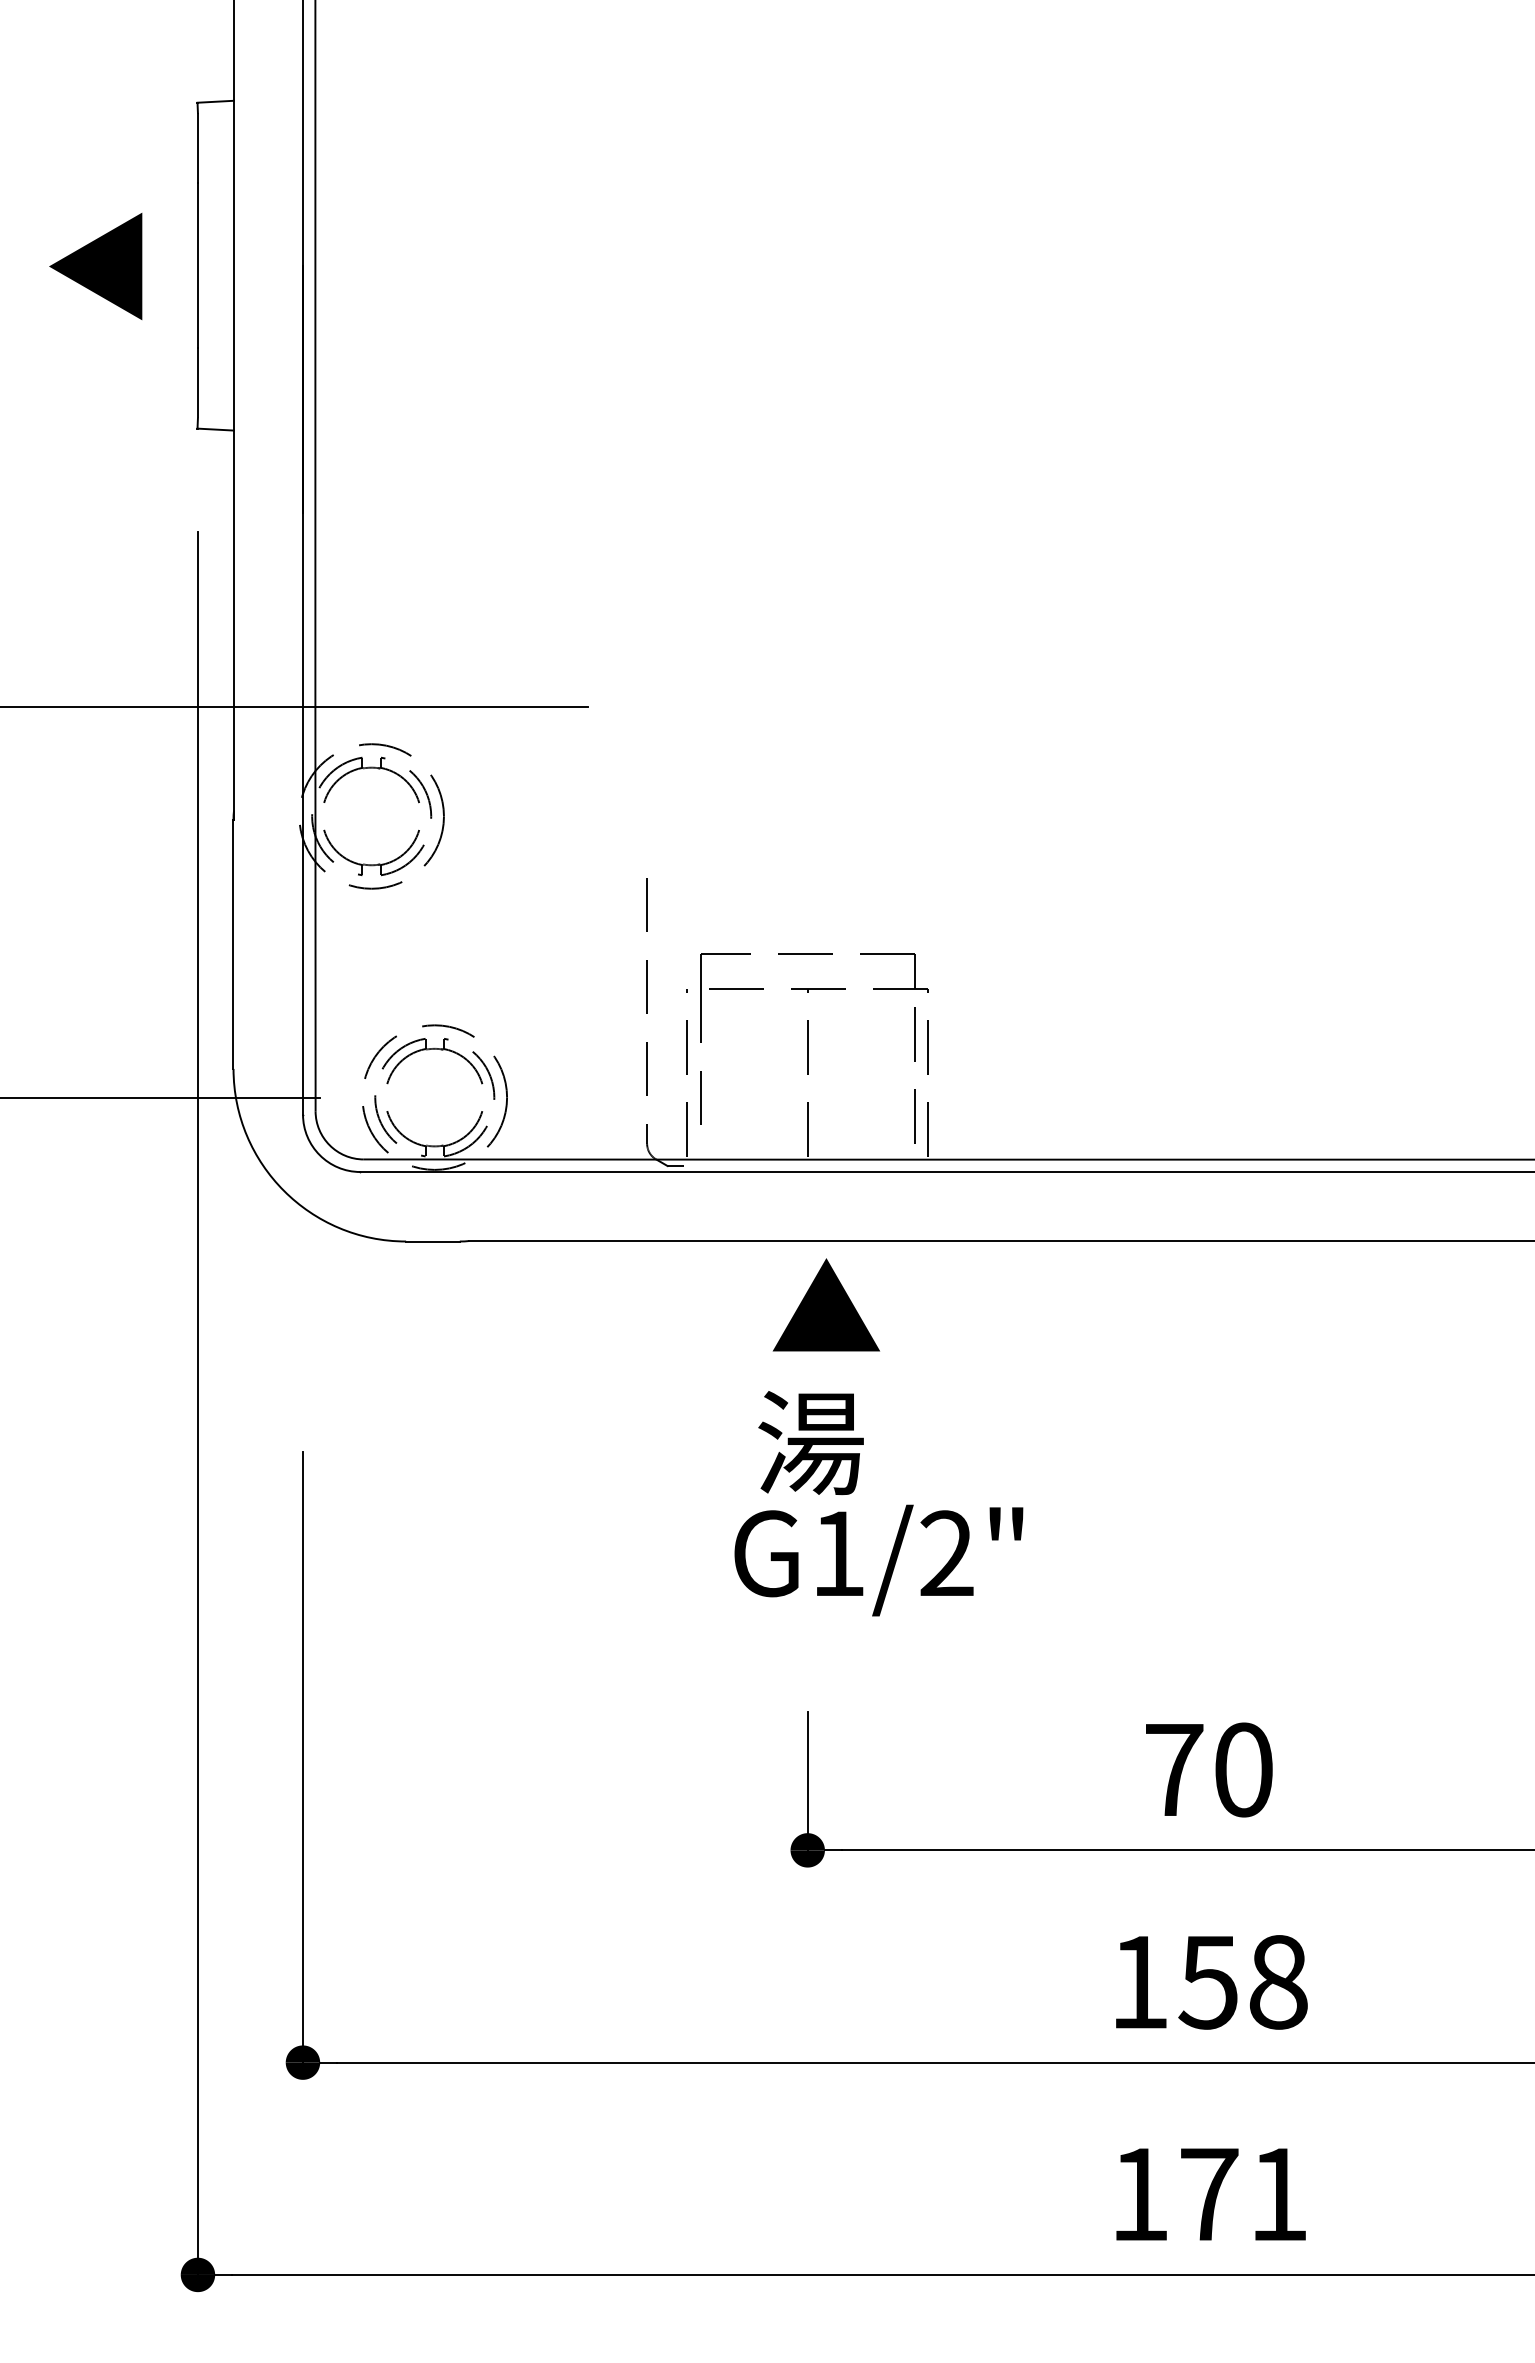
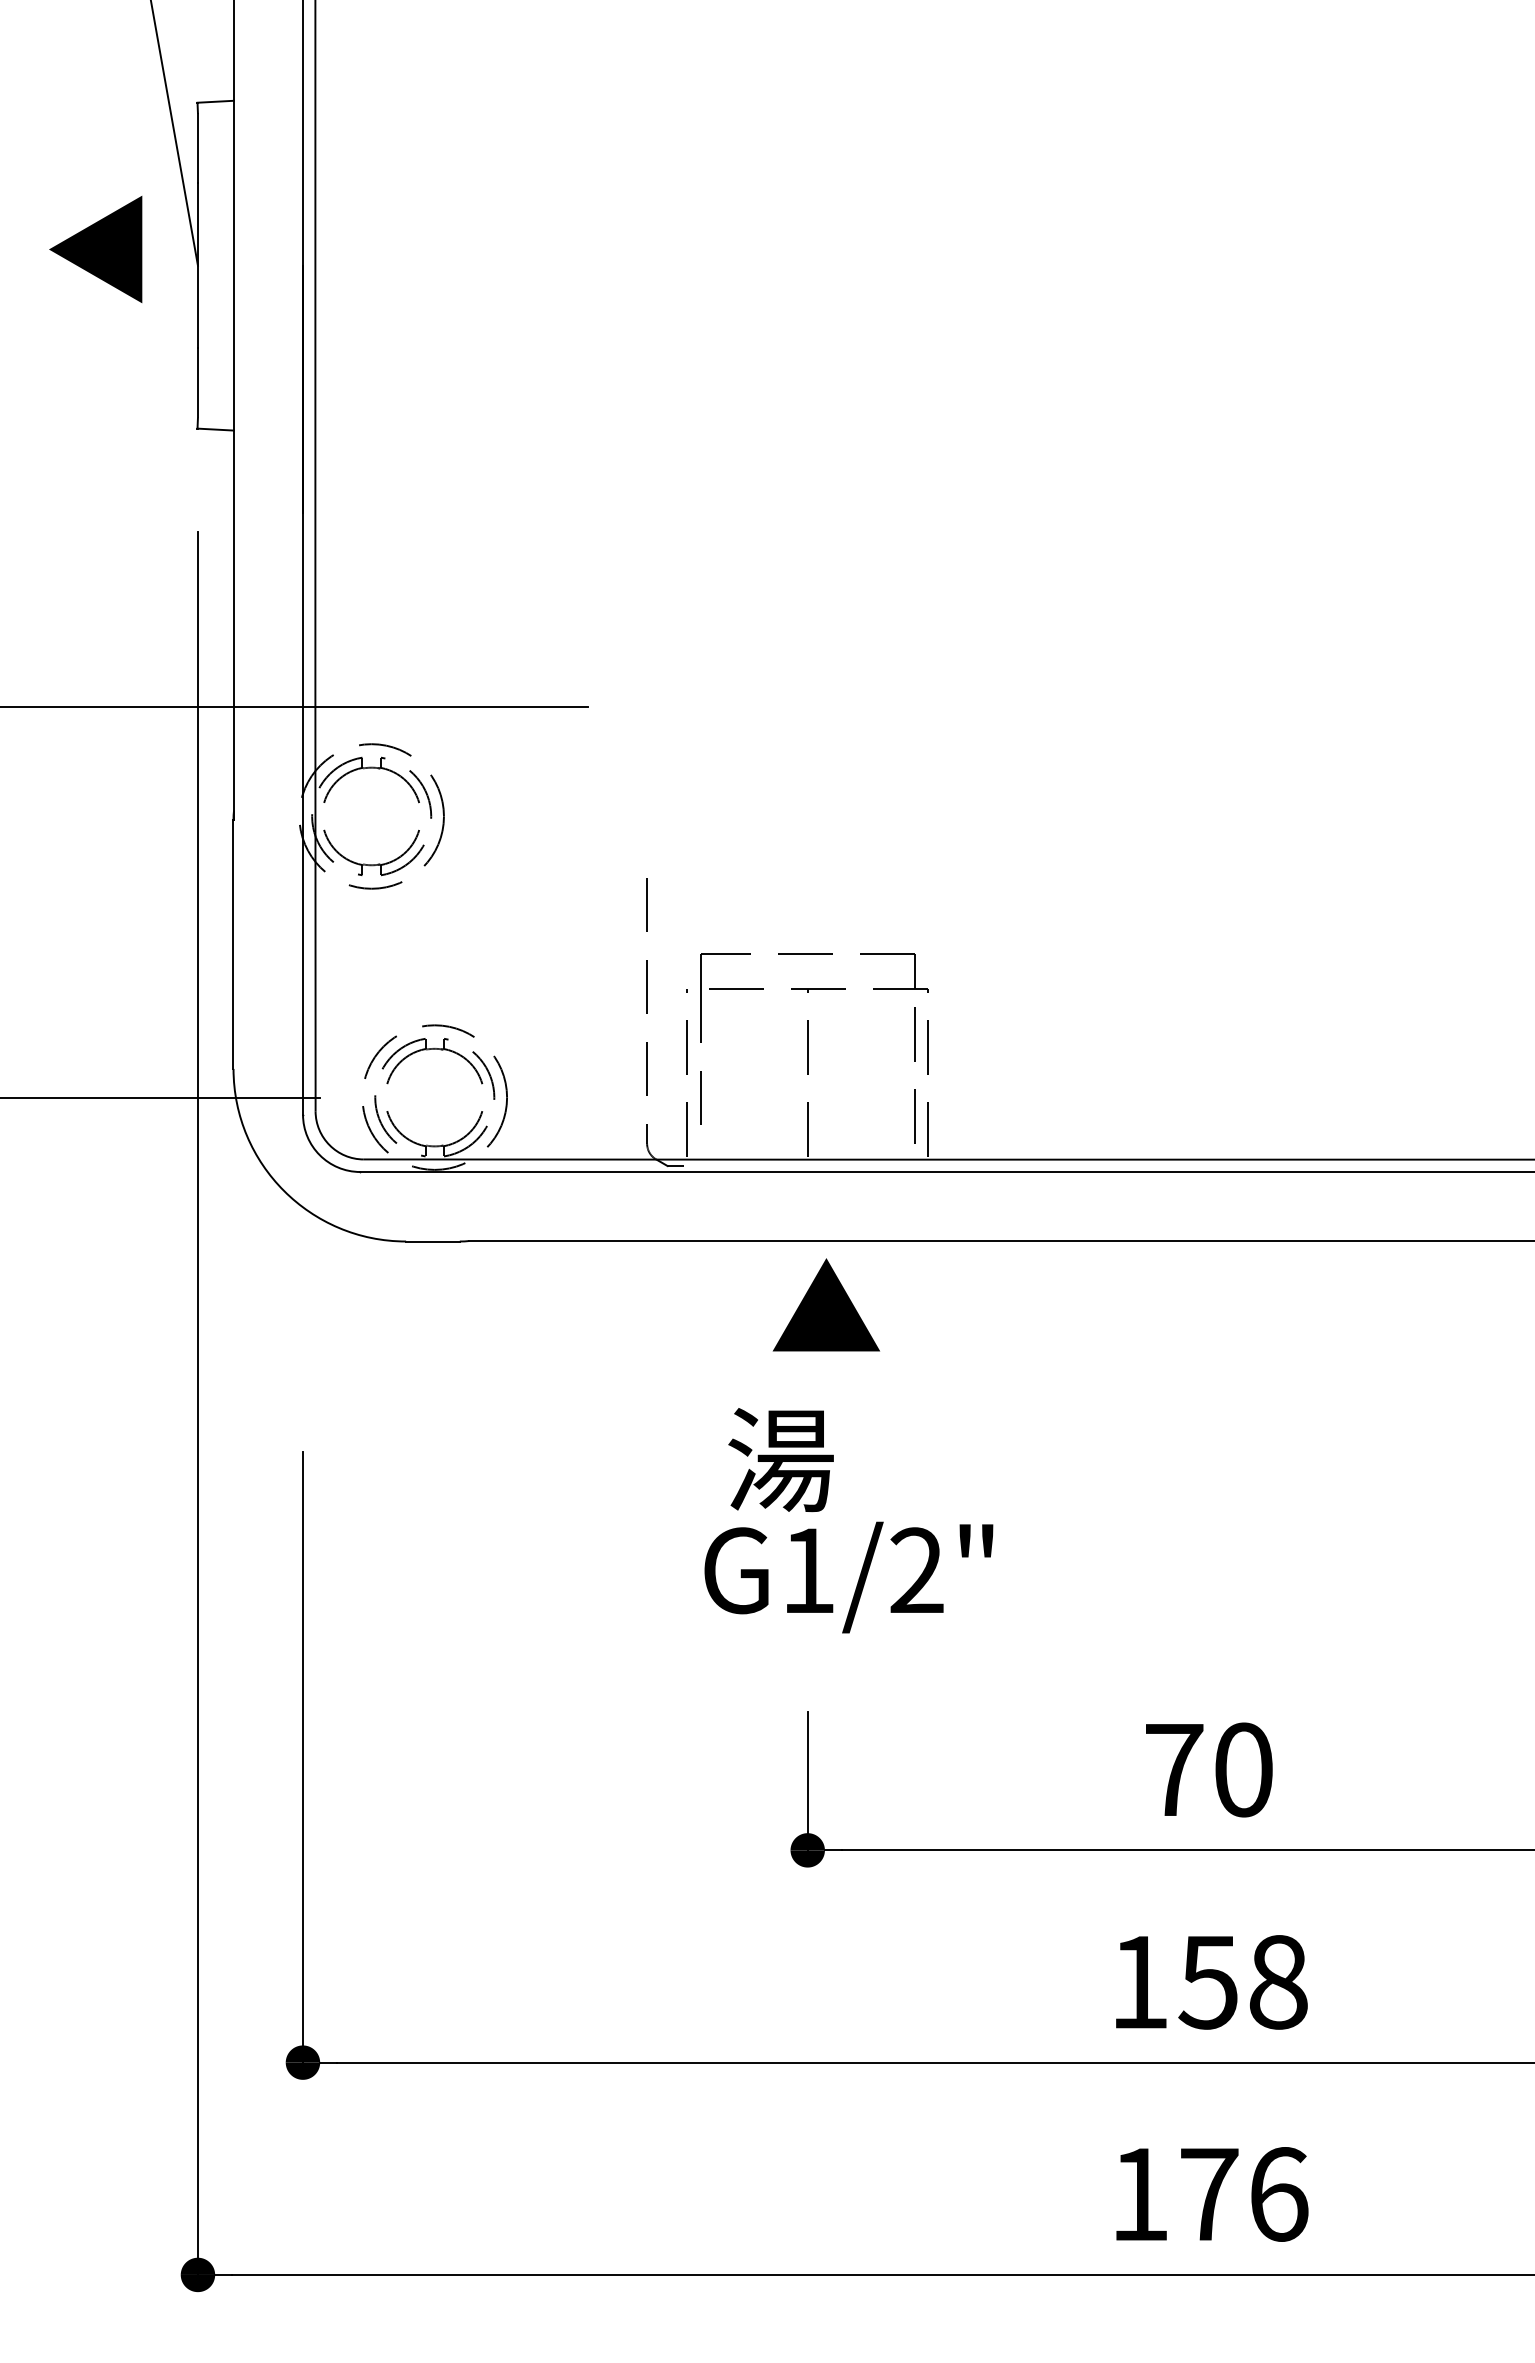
line at (174, 133): none -> present
text at (95, 266) position: (95, 266) -> (95, 249)
text at (878, 1503) position: (878, 1503) -> (848, 1520)
text at (1279, 2194): 171 -> 176
